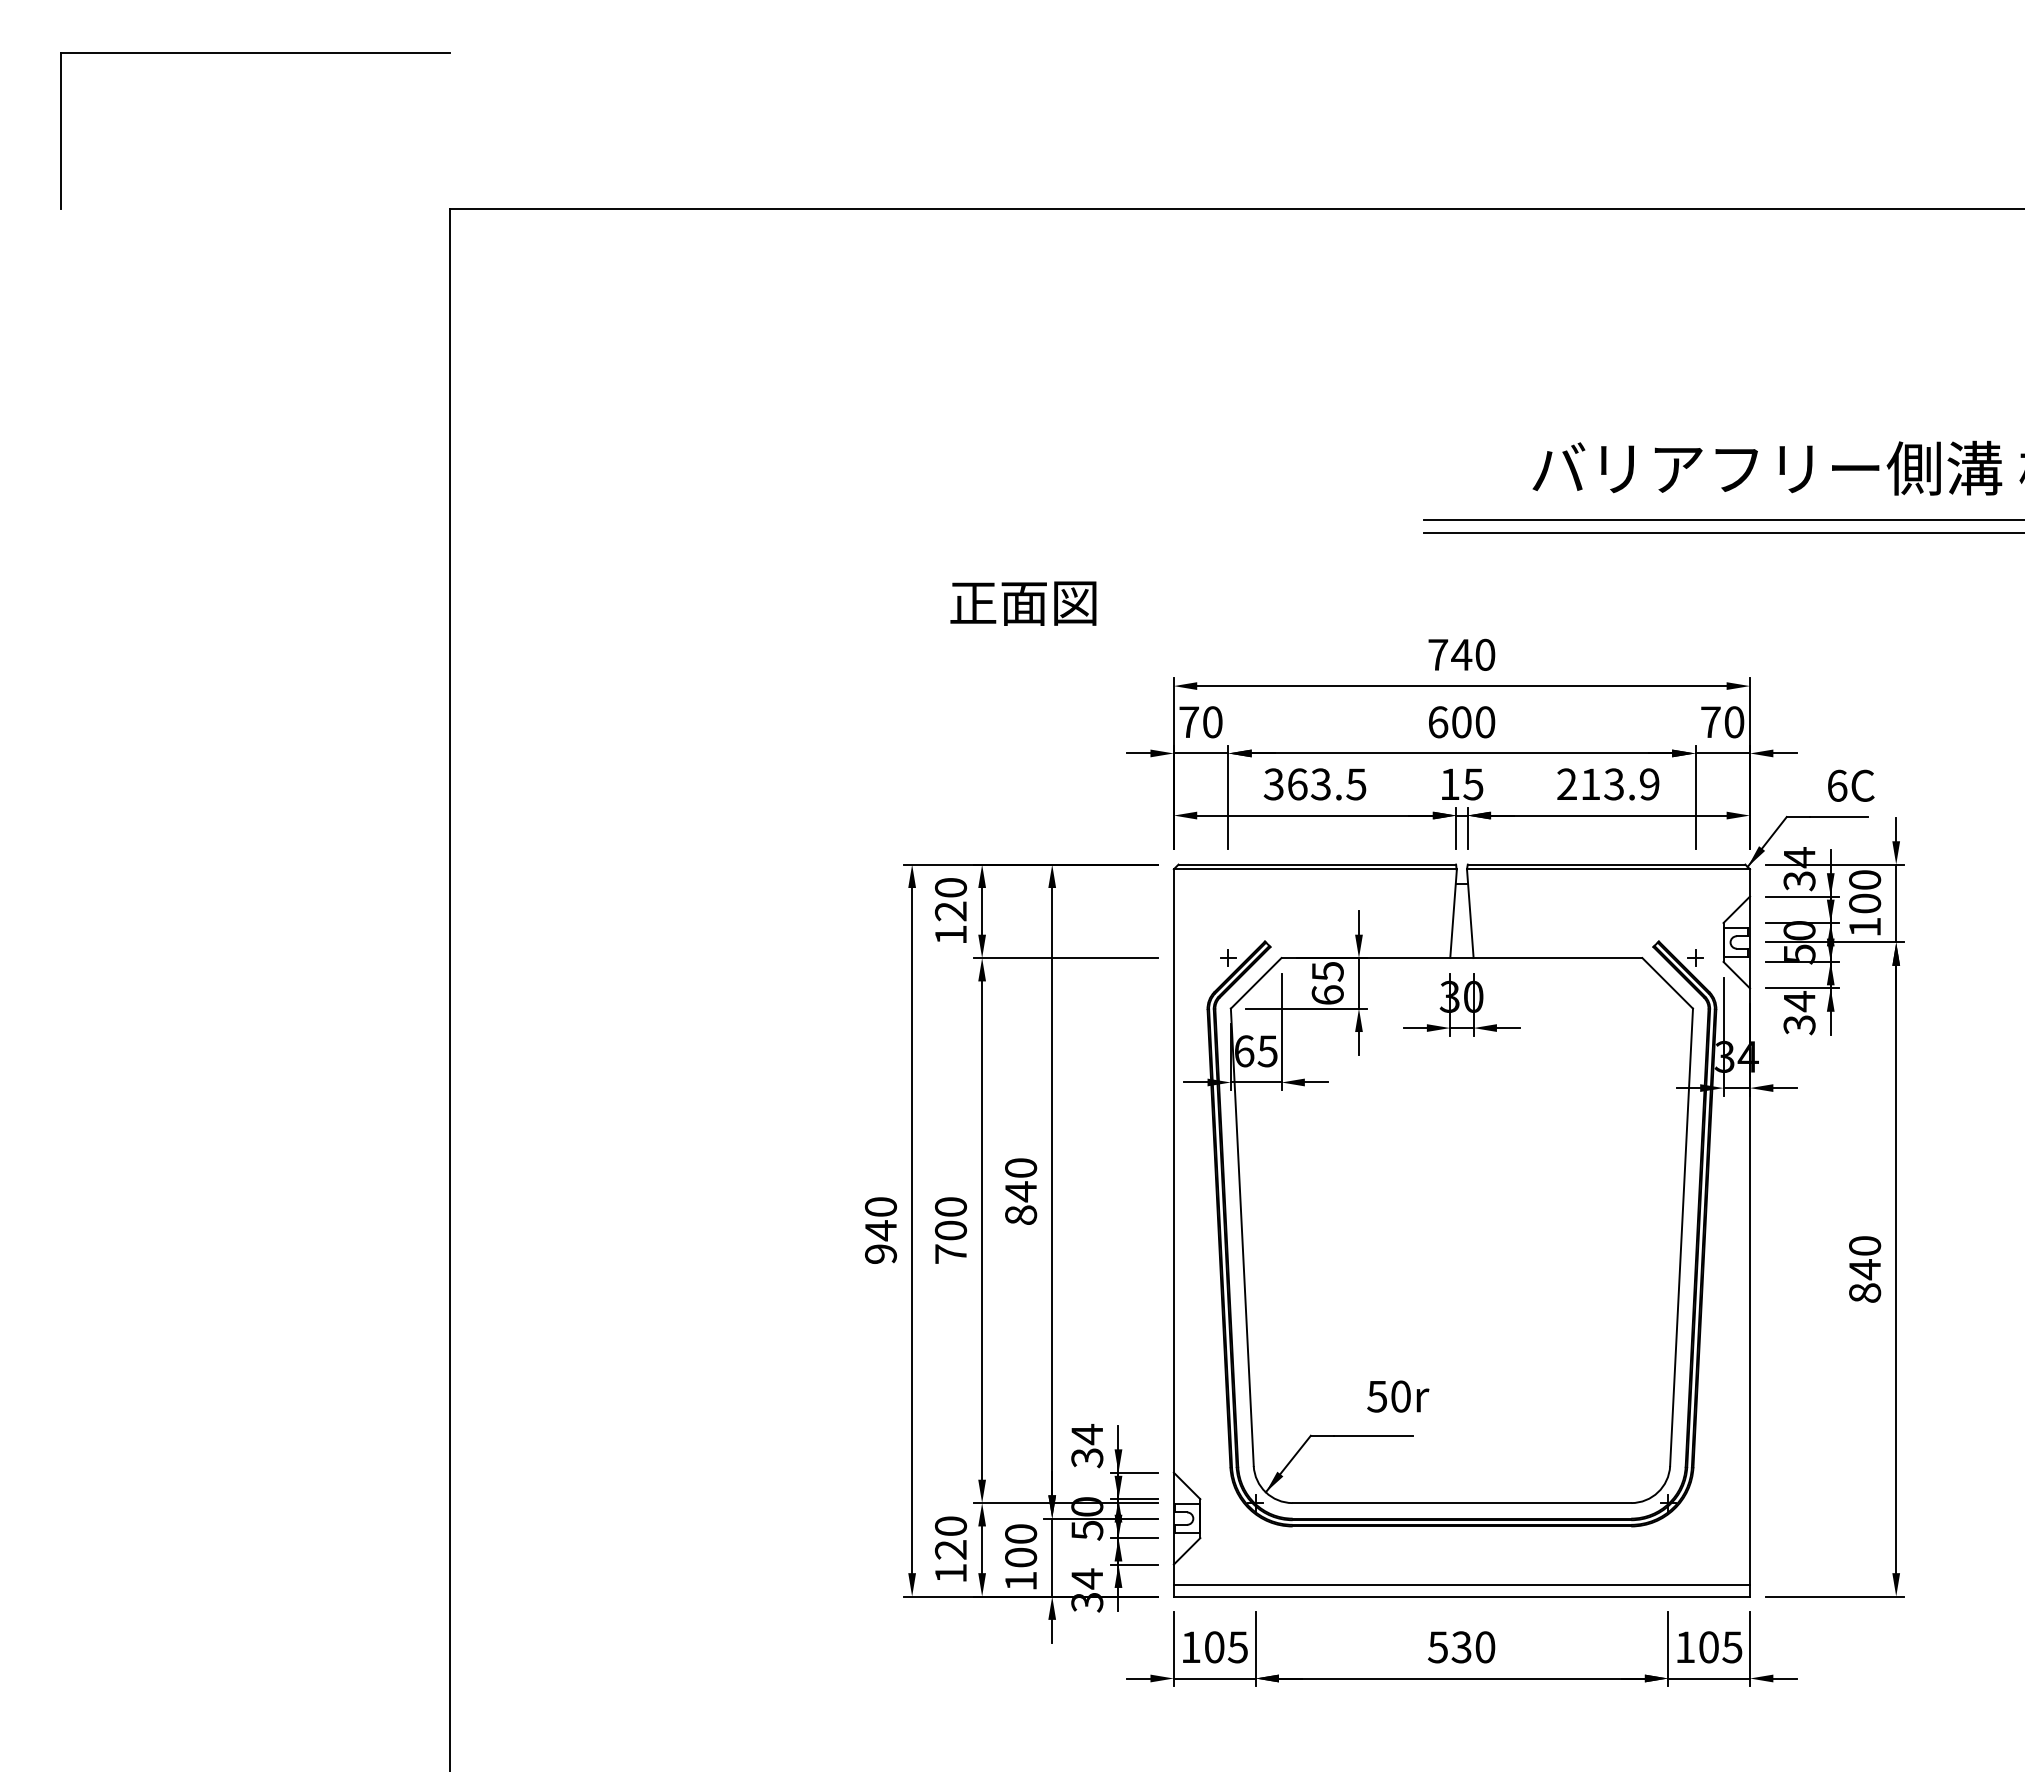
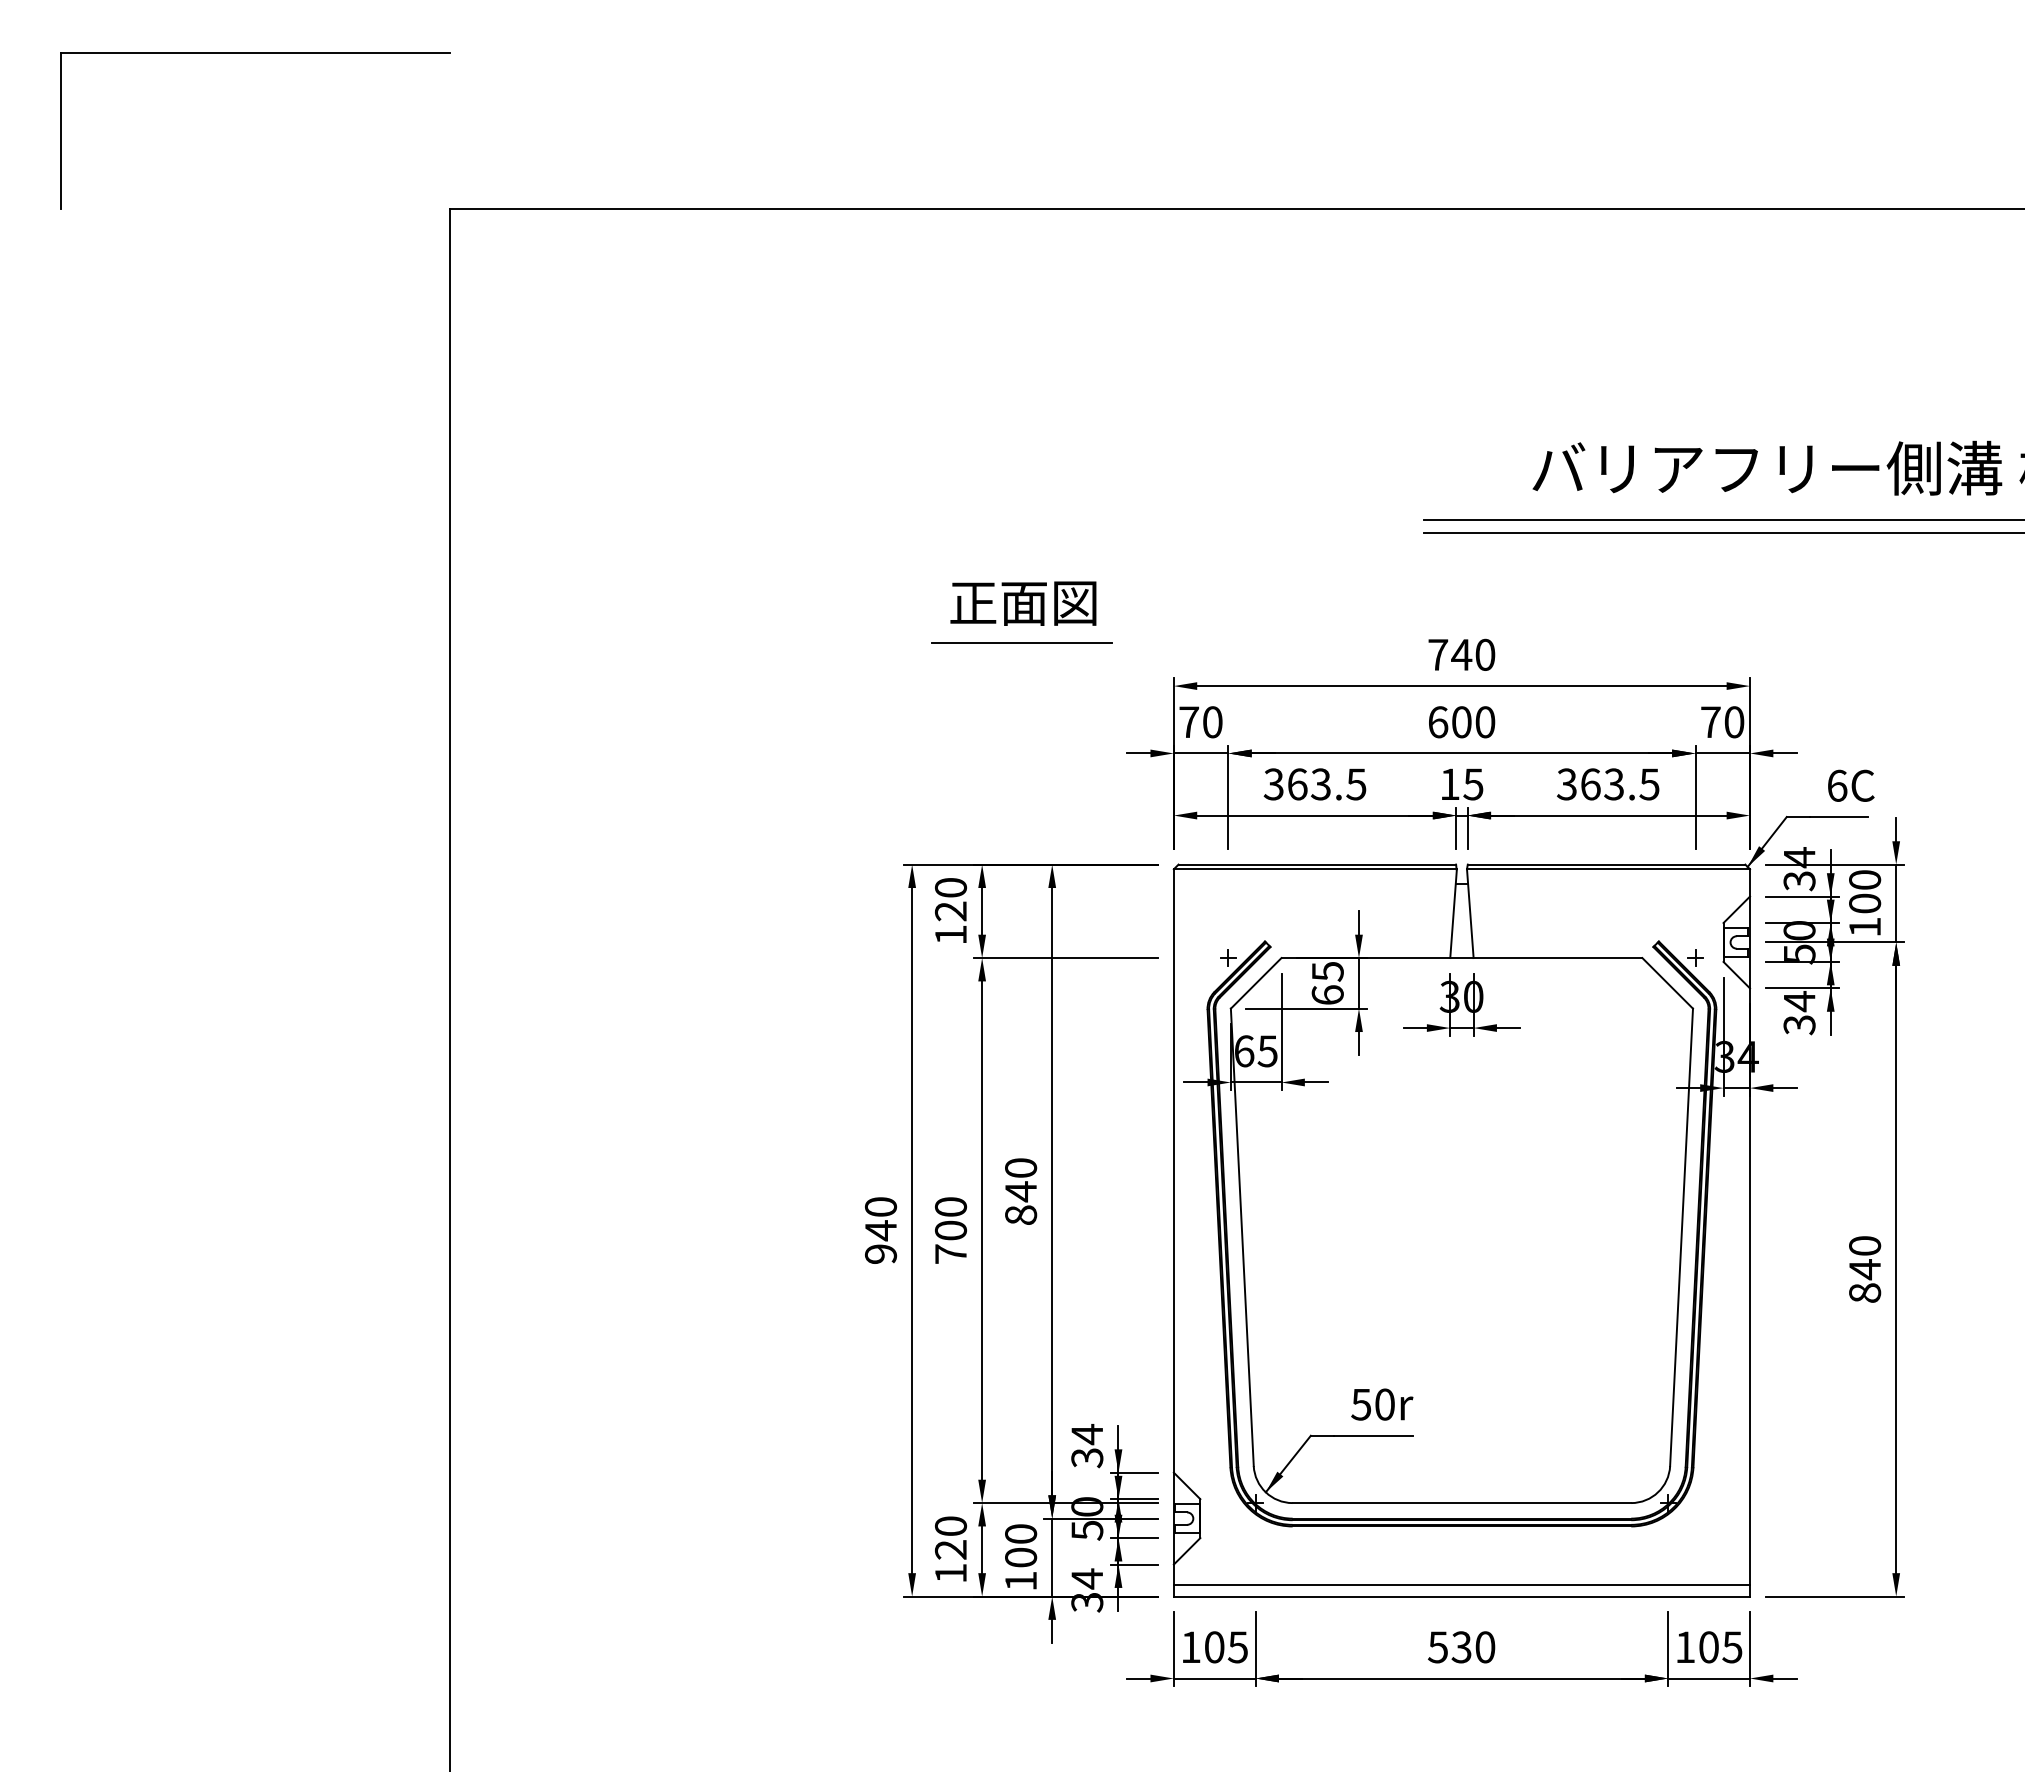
line at (1022, 643): none -> present
text at (1608, 784): 213.9 -> 363.5
text at (1398, 1396) position: (1398, 1396) -> (1382, 1404)
